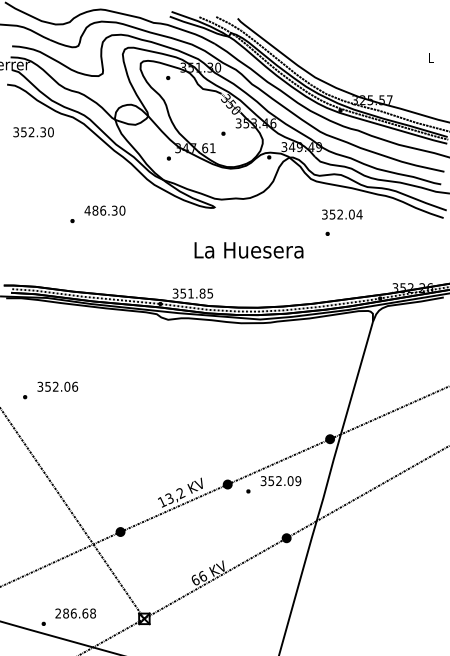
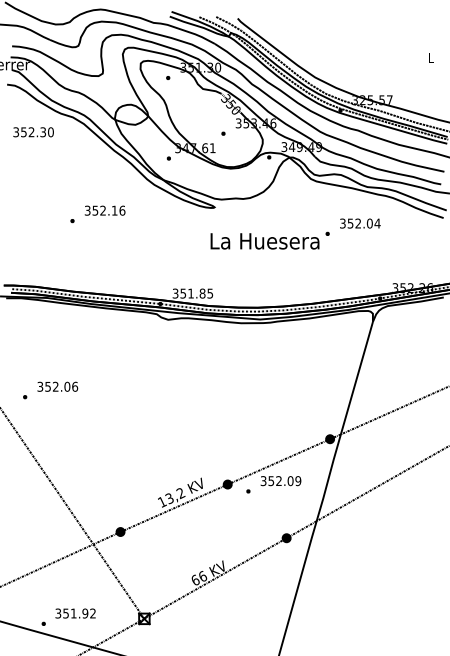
text at (104, 210): 486.30 -> 352.16
text at (342, 214) position: (342, 214) -> (360, 223)
text at (248, 250) position: (248, 250) -> (264, 241)
text at (75, 613): 286.68 -> 351.92
